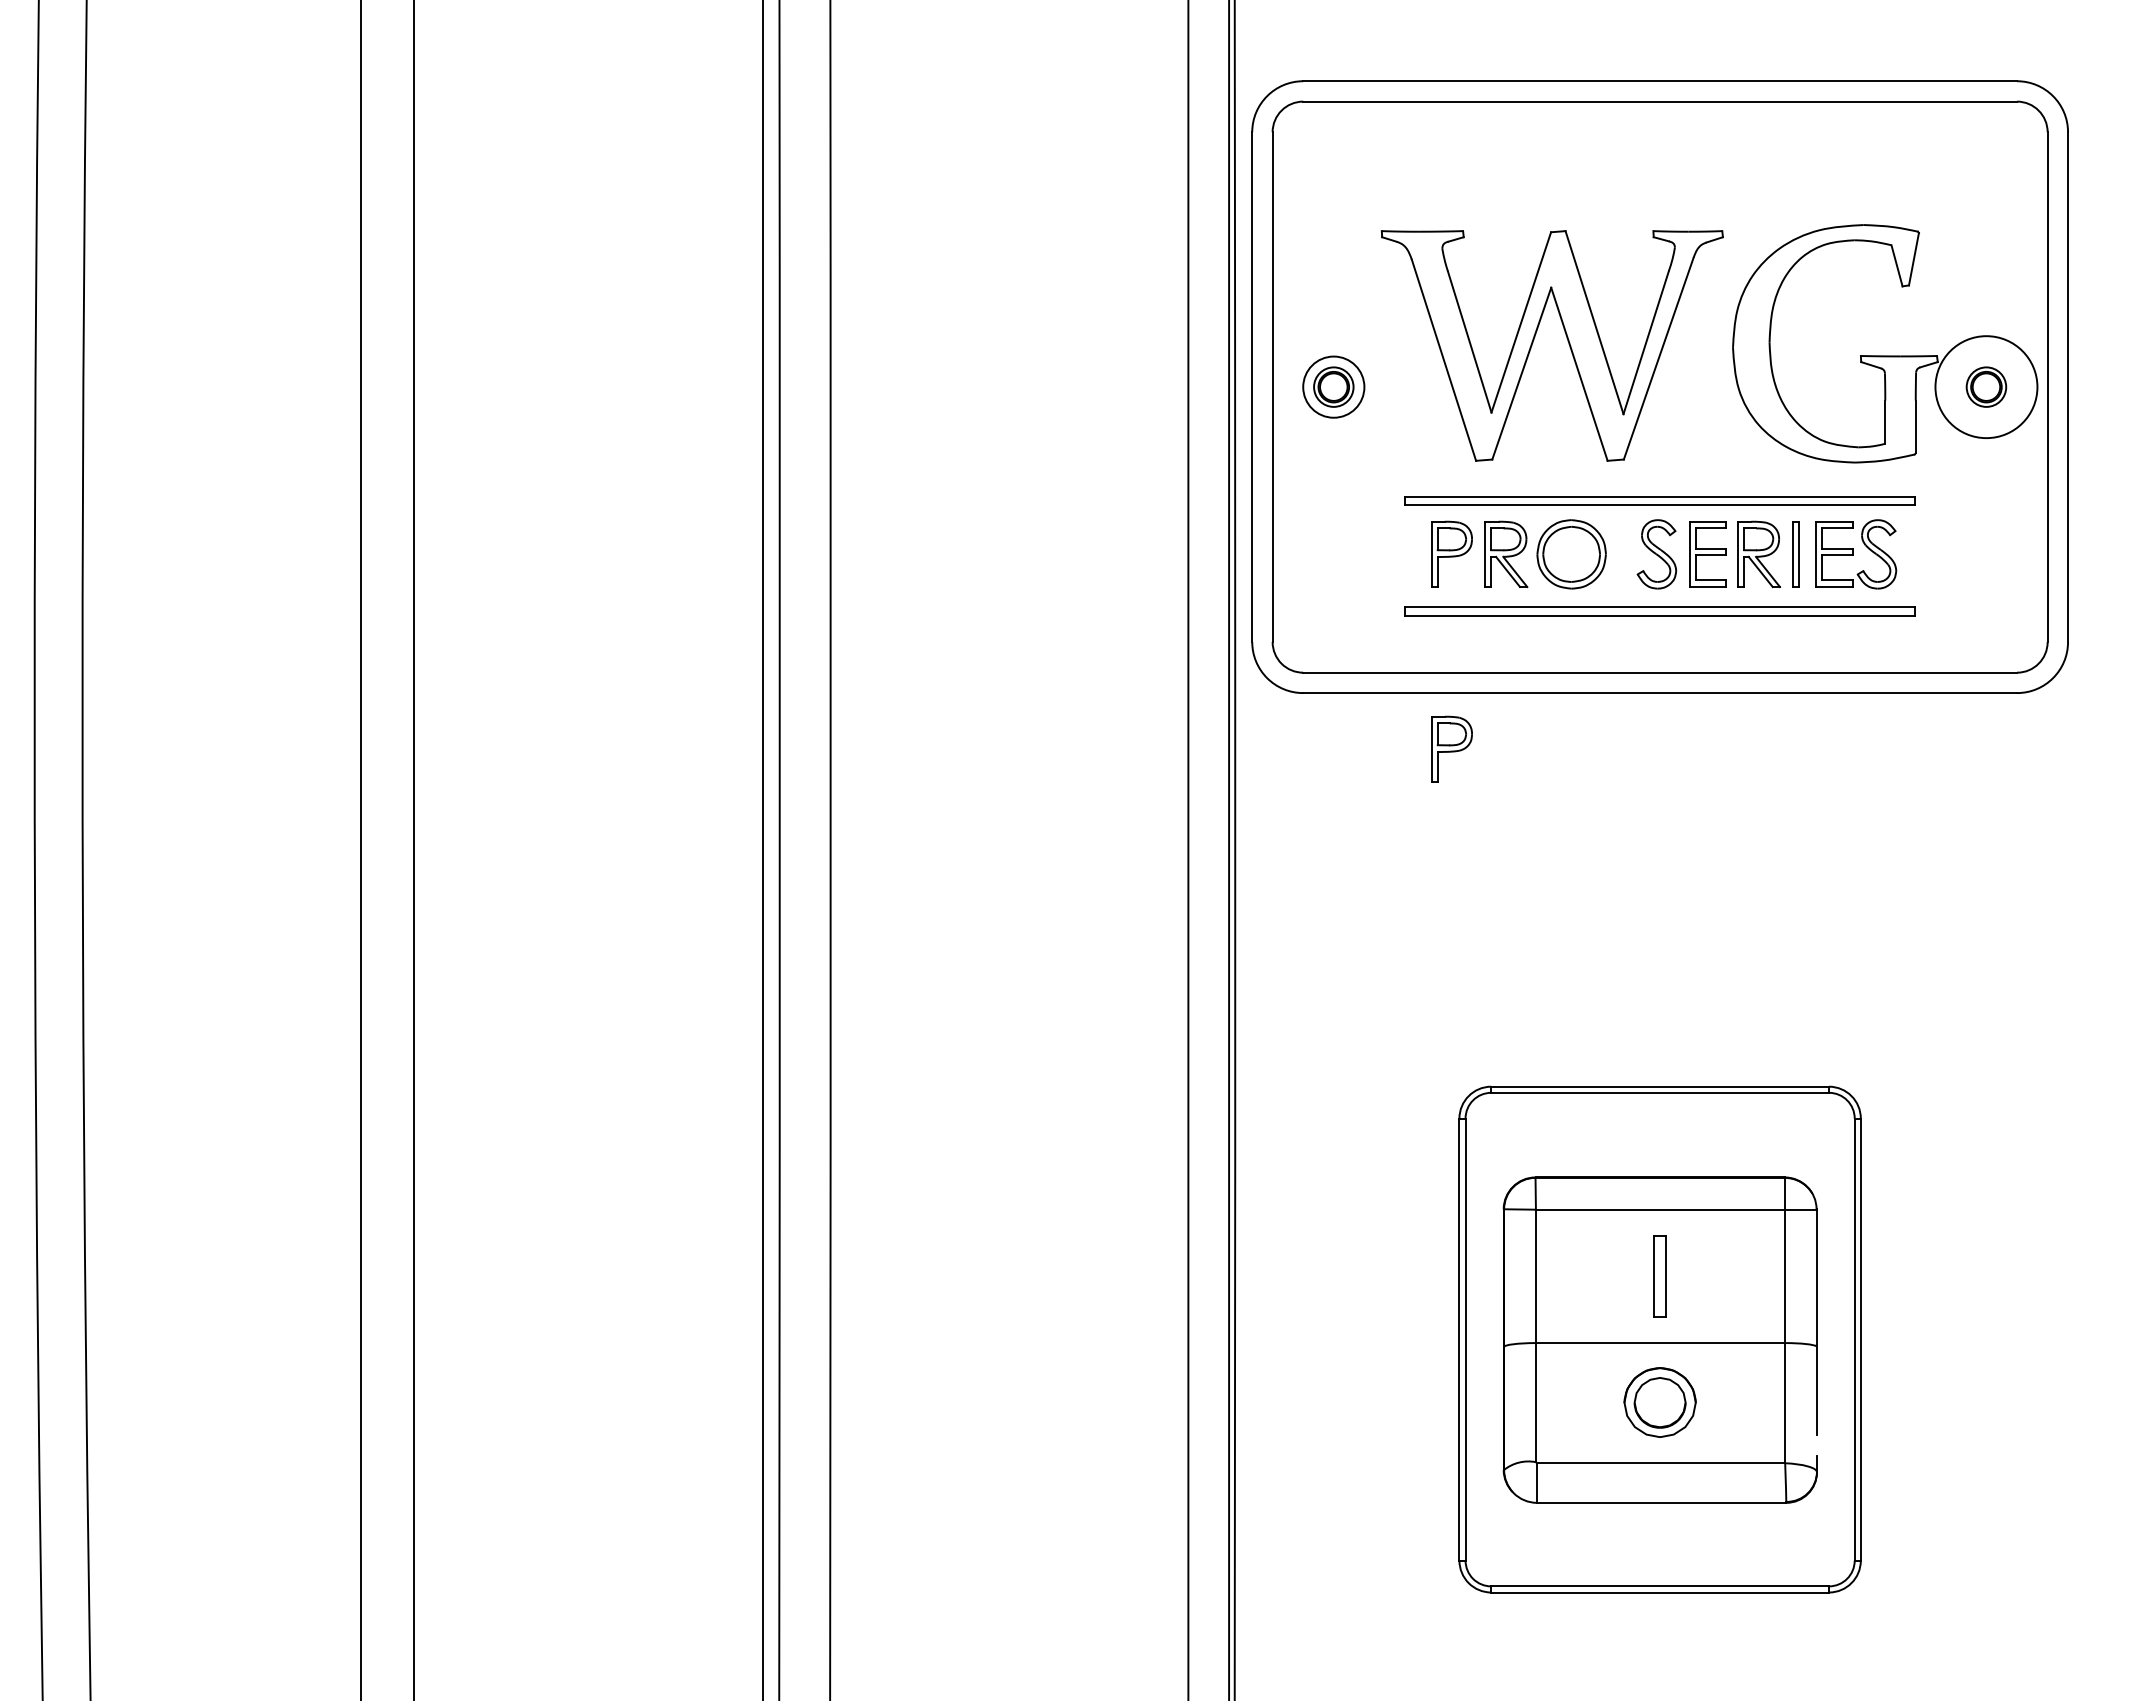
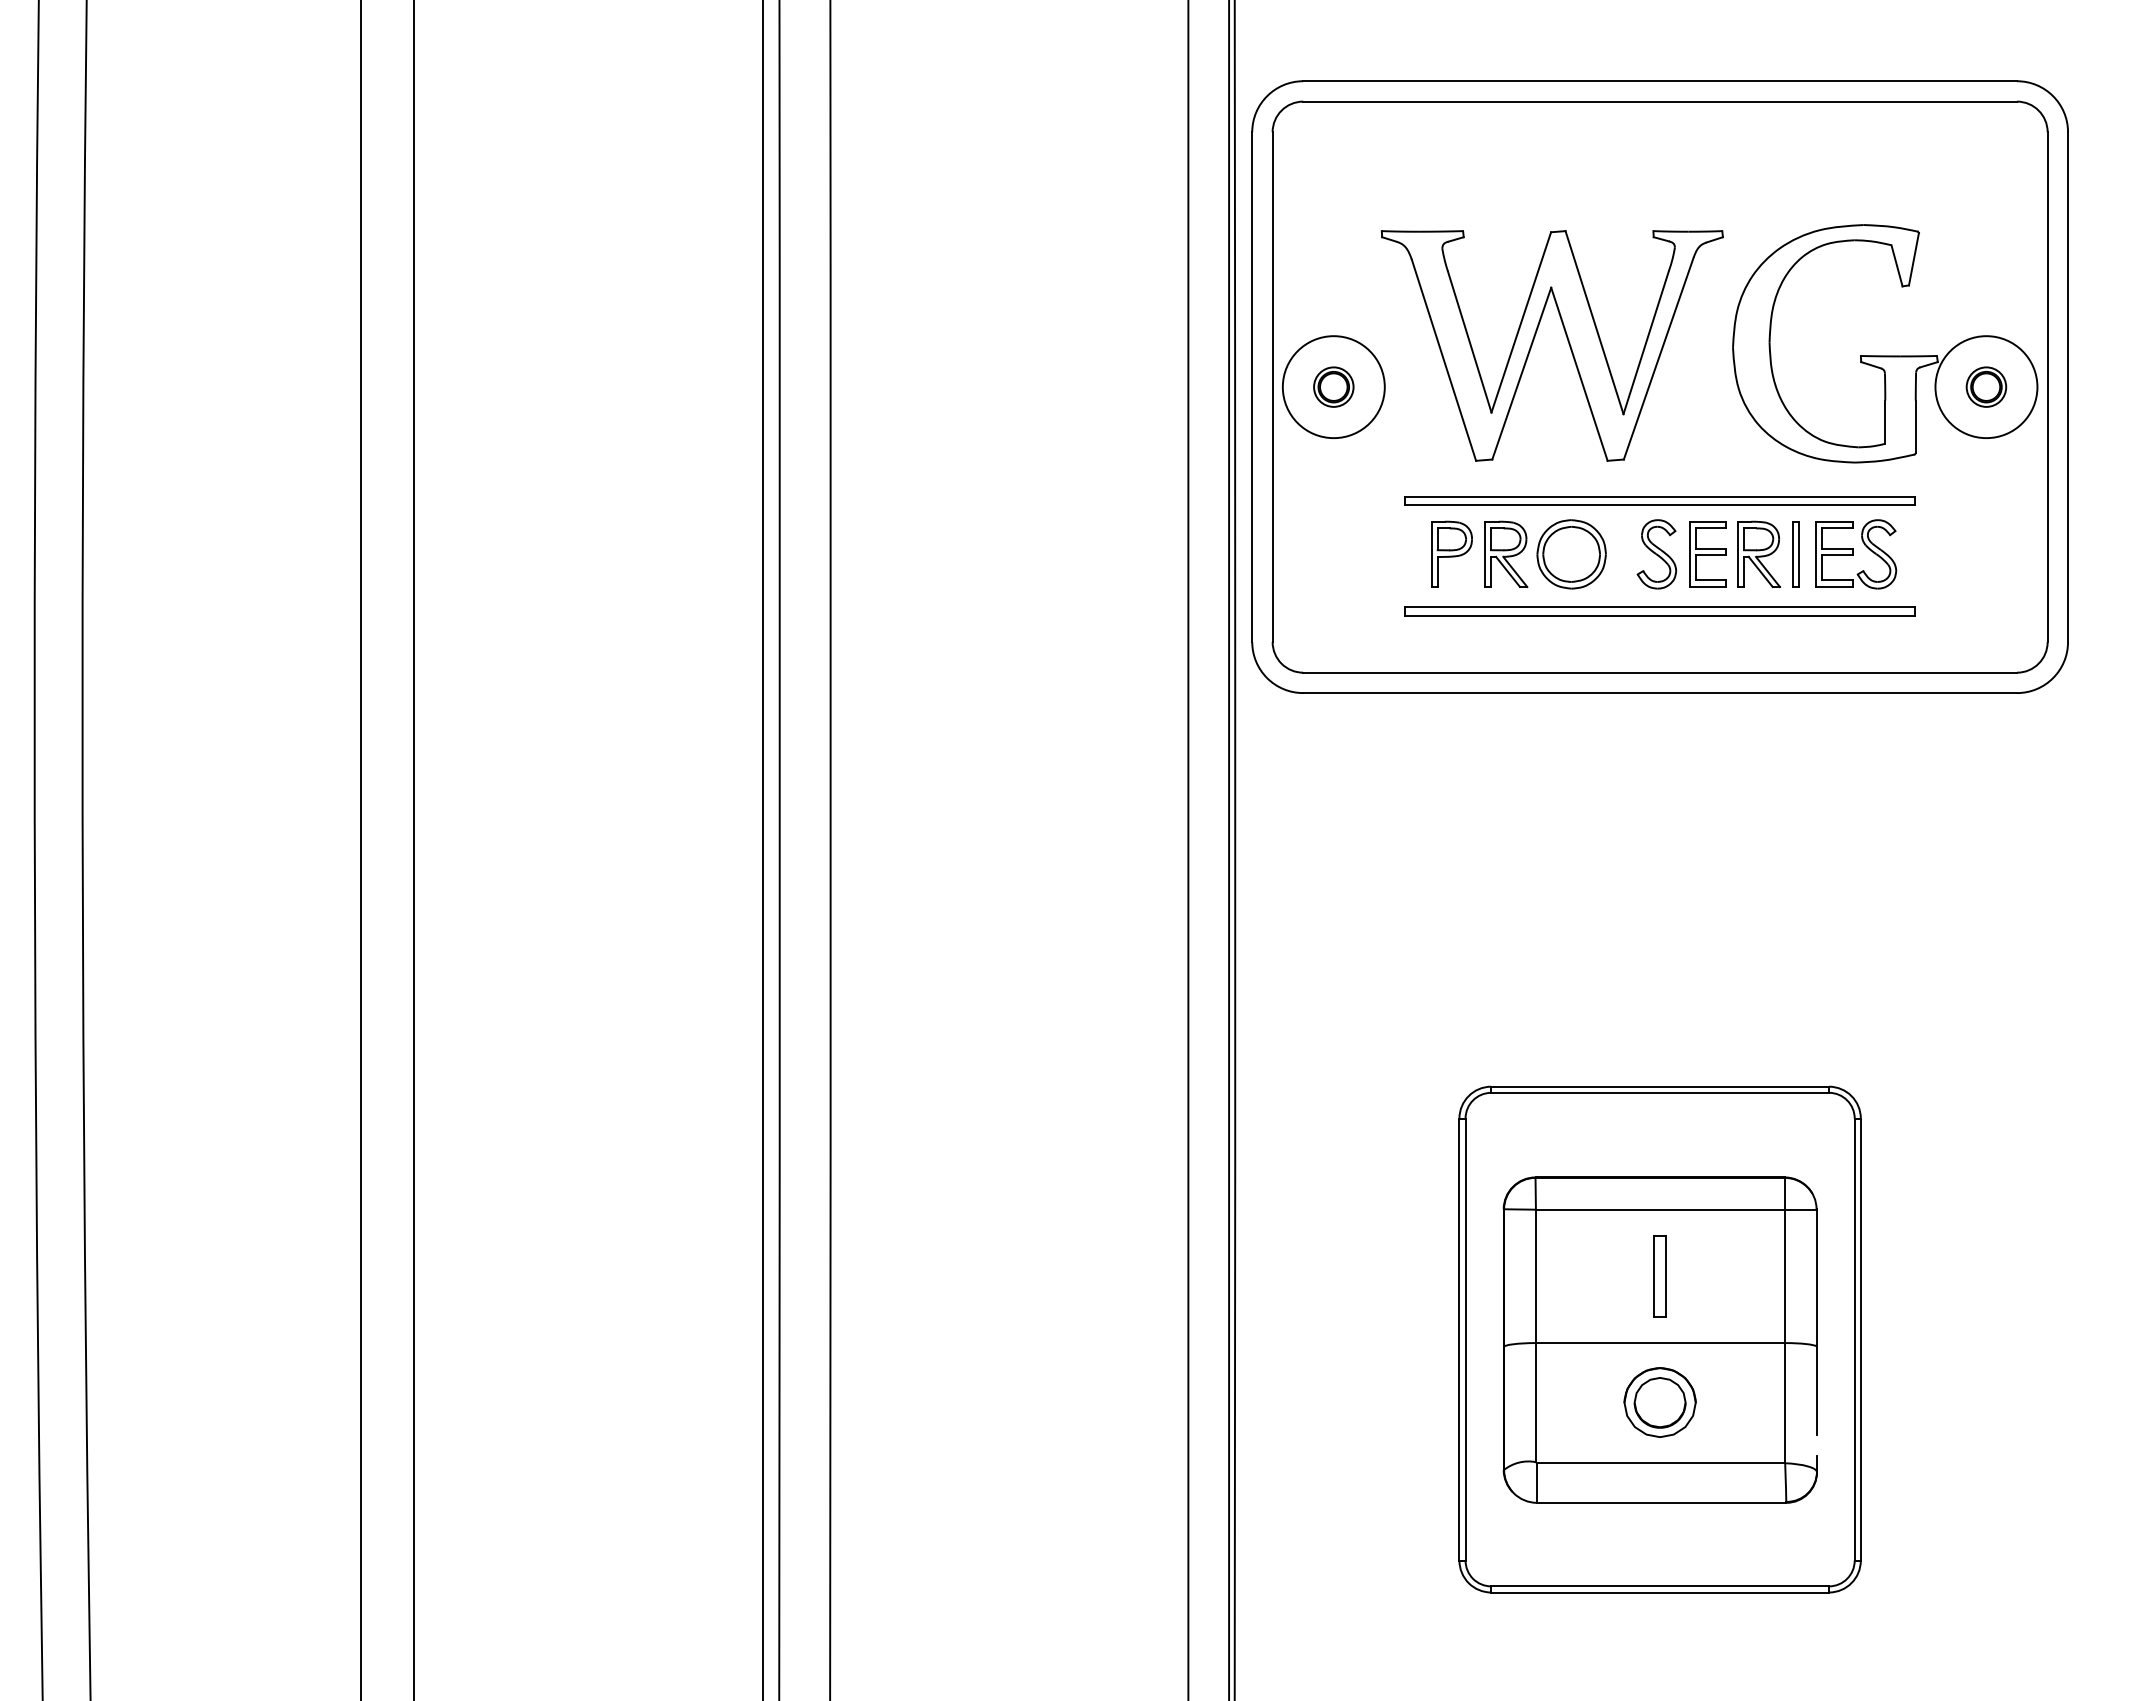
circle at (1333, 386) diameter: 61 px -> 102 px
part at (1451, 748): present -> none
